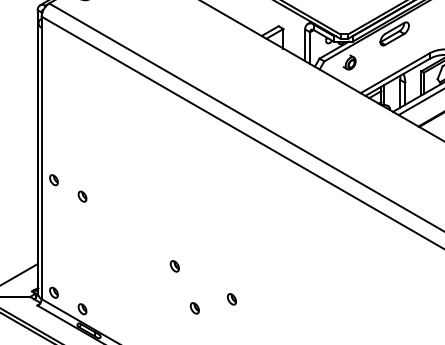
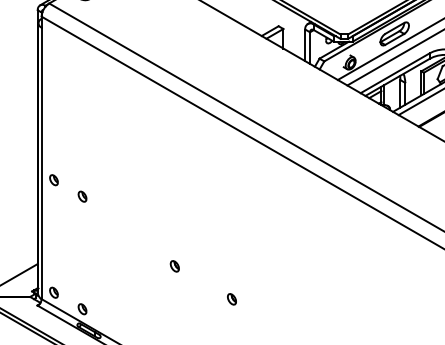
line at (389, 49): none -> present
line at (394, 57): none -> present
part at (194, 308): present -> none
